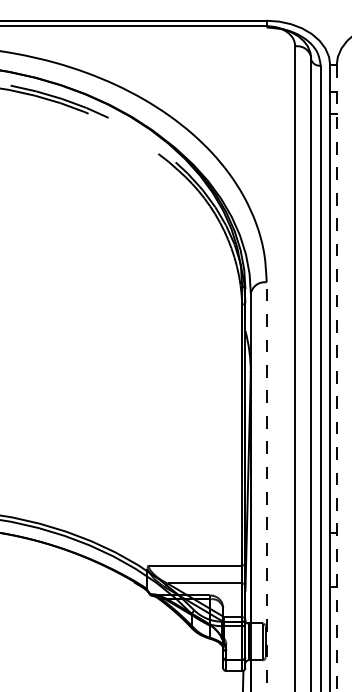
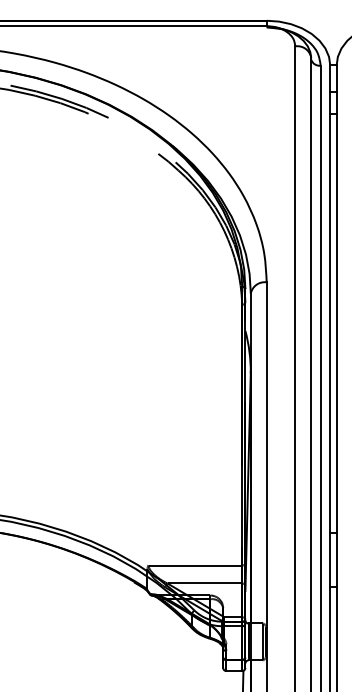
line at (336, 378): dashed -> solid
line at (266, 487): dashed -> solid
